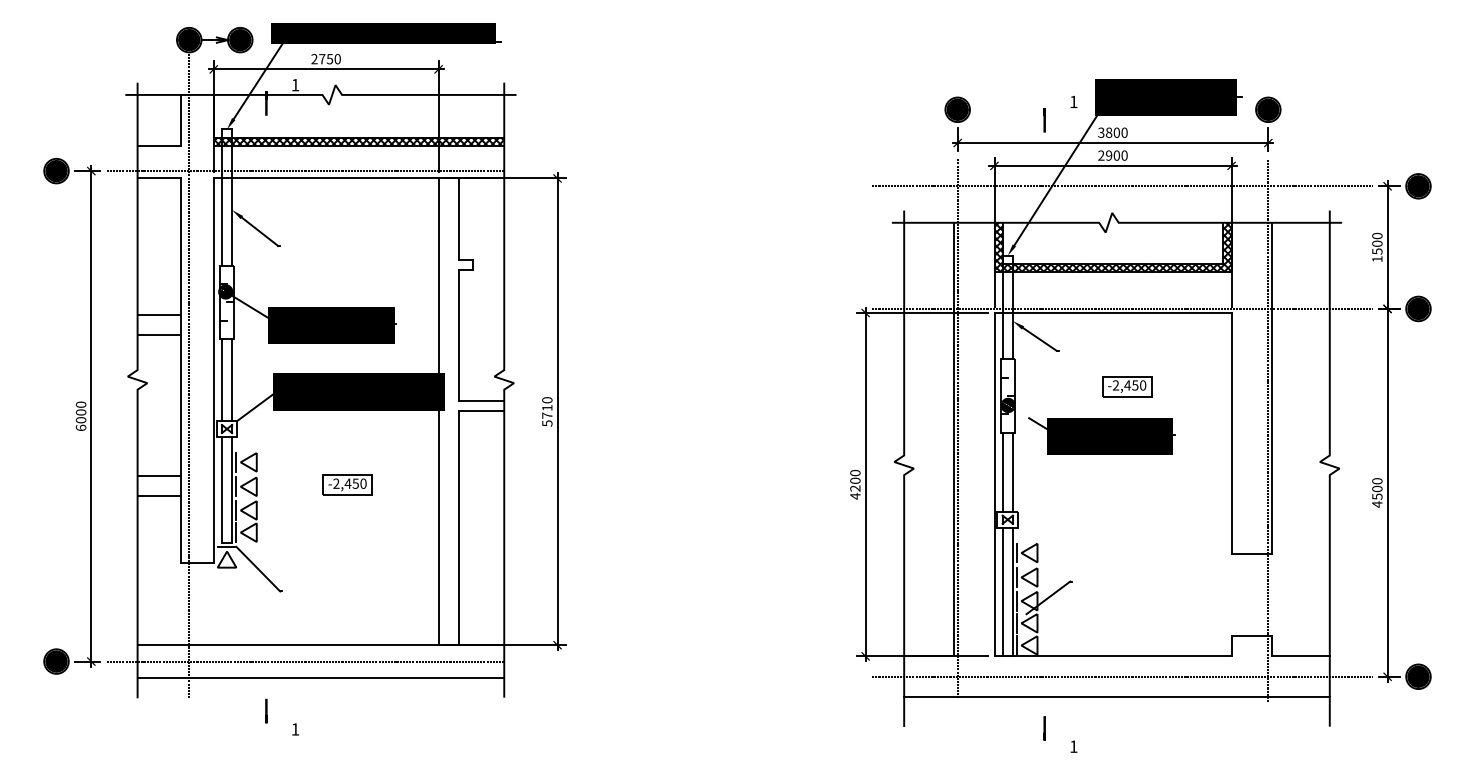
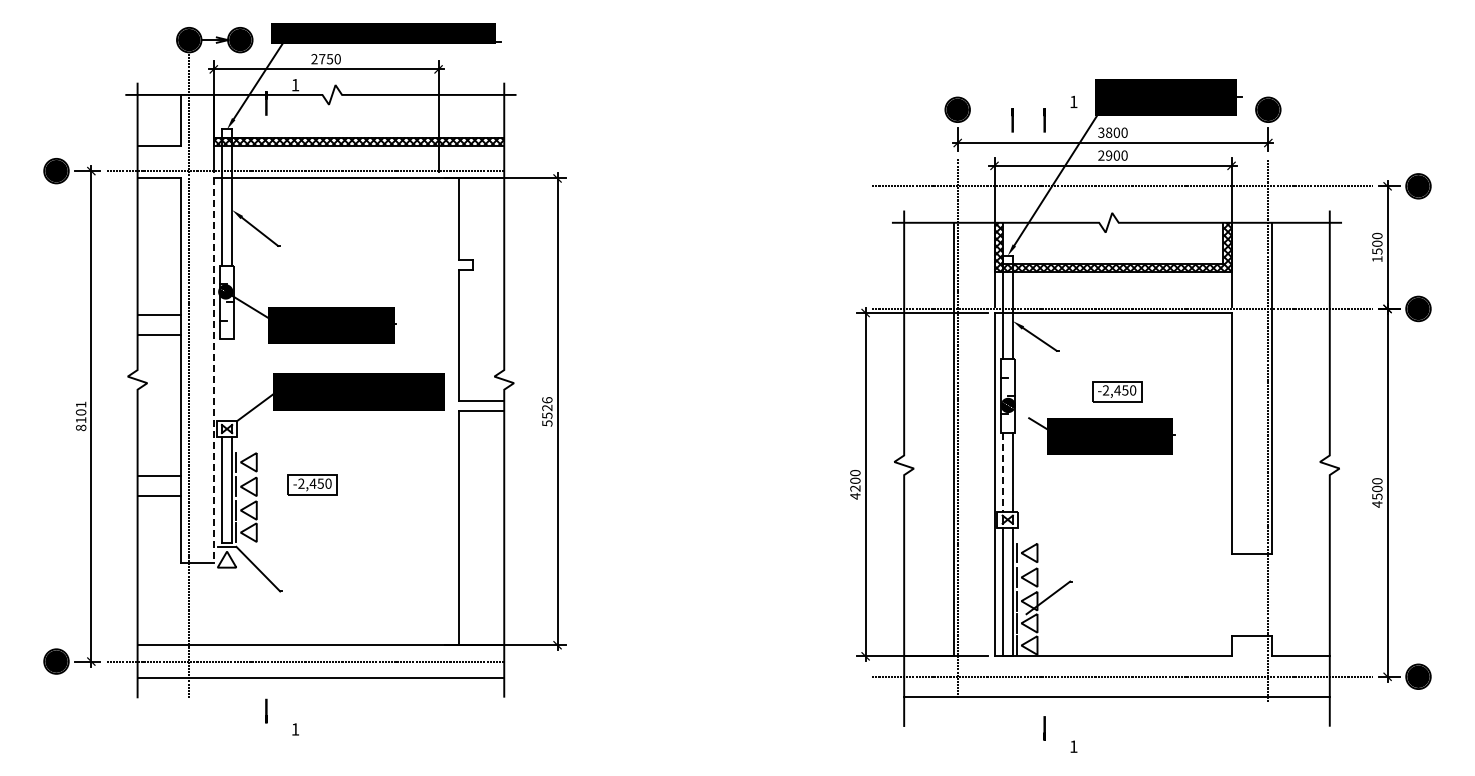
line at (1012, 120): none -> present
line at (213, 370): solid -> dashed
line at (221, 379): present -> none
line at (232, 379): present -> none
part at (1127, 386) position: (1127, 386) -> (1117, 391)
text at (547, 407): 5710 -> 5526
line at (438, 411): present -> none
text at (80, 416): 6000 -> 8101
line at (1002, 472): solid -> dashed
part at (347, 484) position: (347, 484) -> (312, 484)
